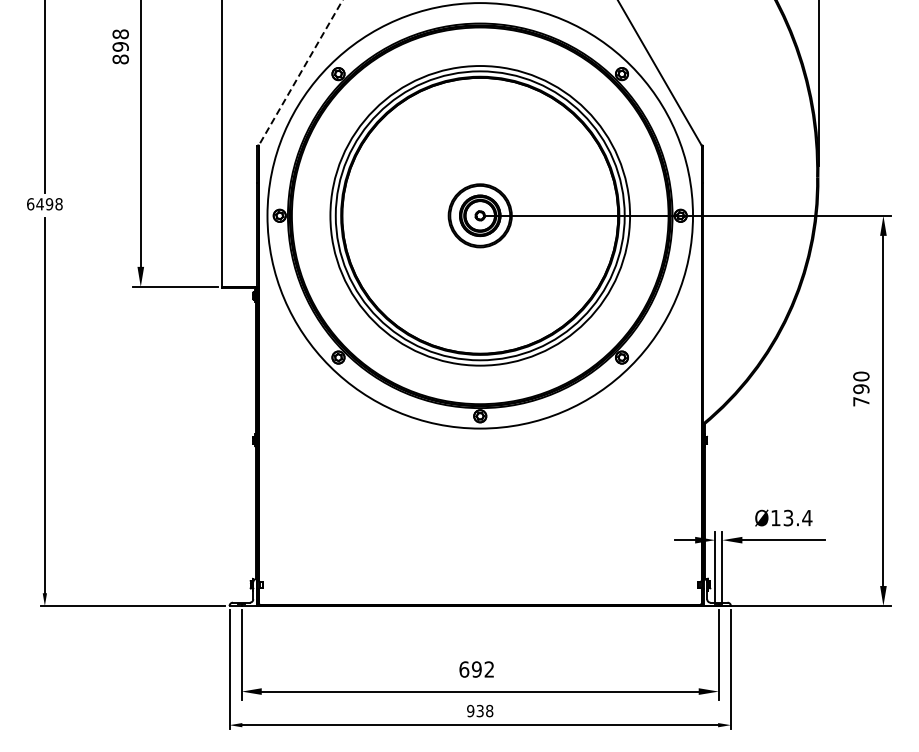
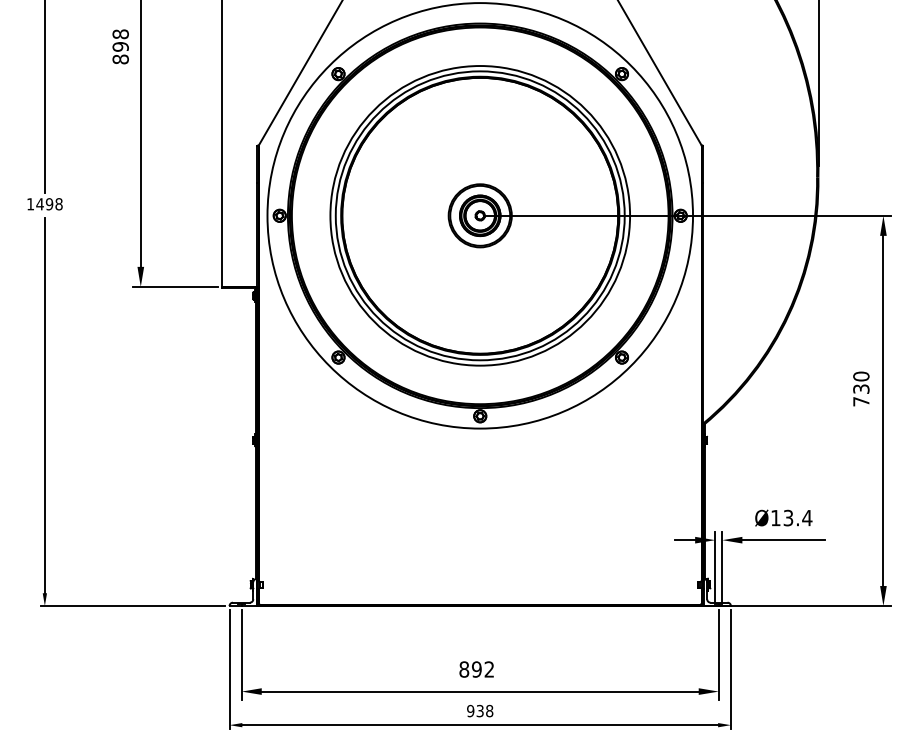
line at (300, 72): dashed -> solid
text at (30, 204): 6498 -> 1498
text at (861, 389): 790 -> 730
text at (464, 669): 692 -> 892
